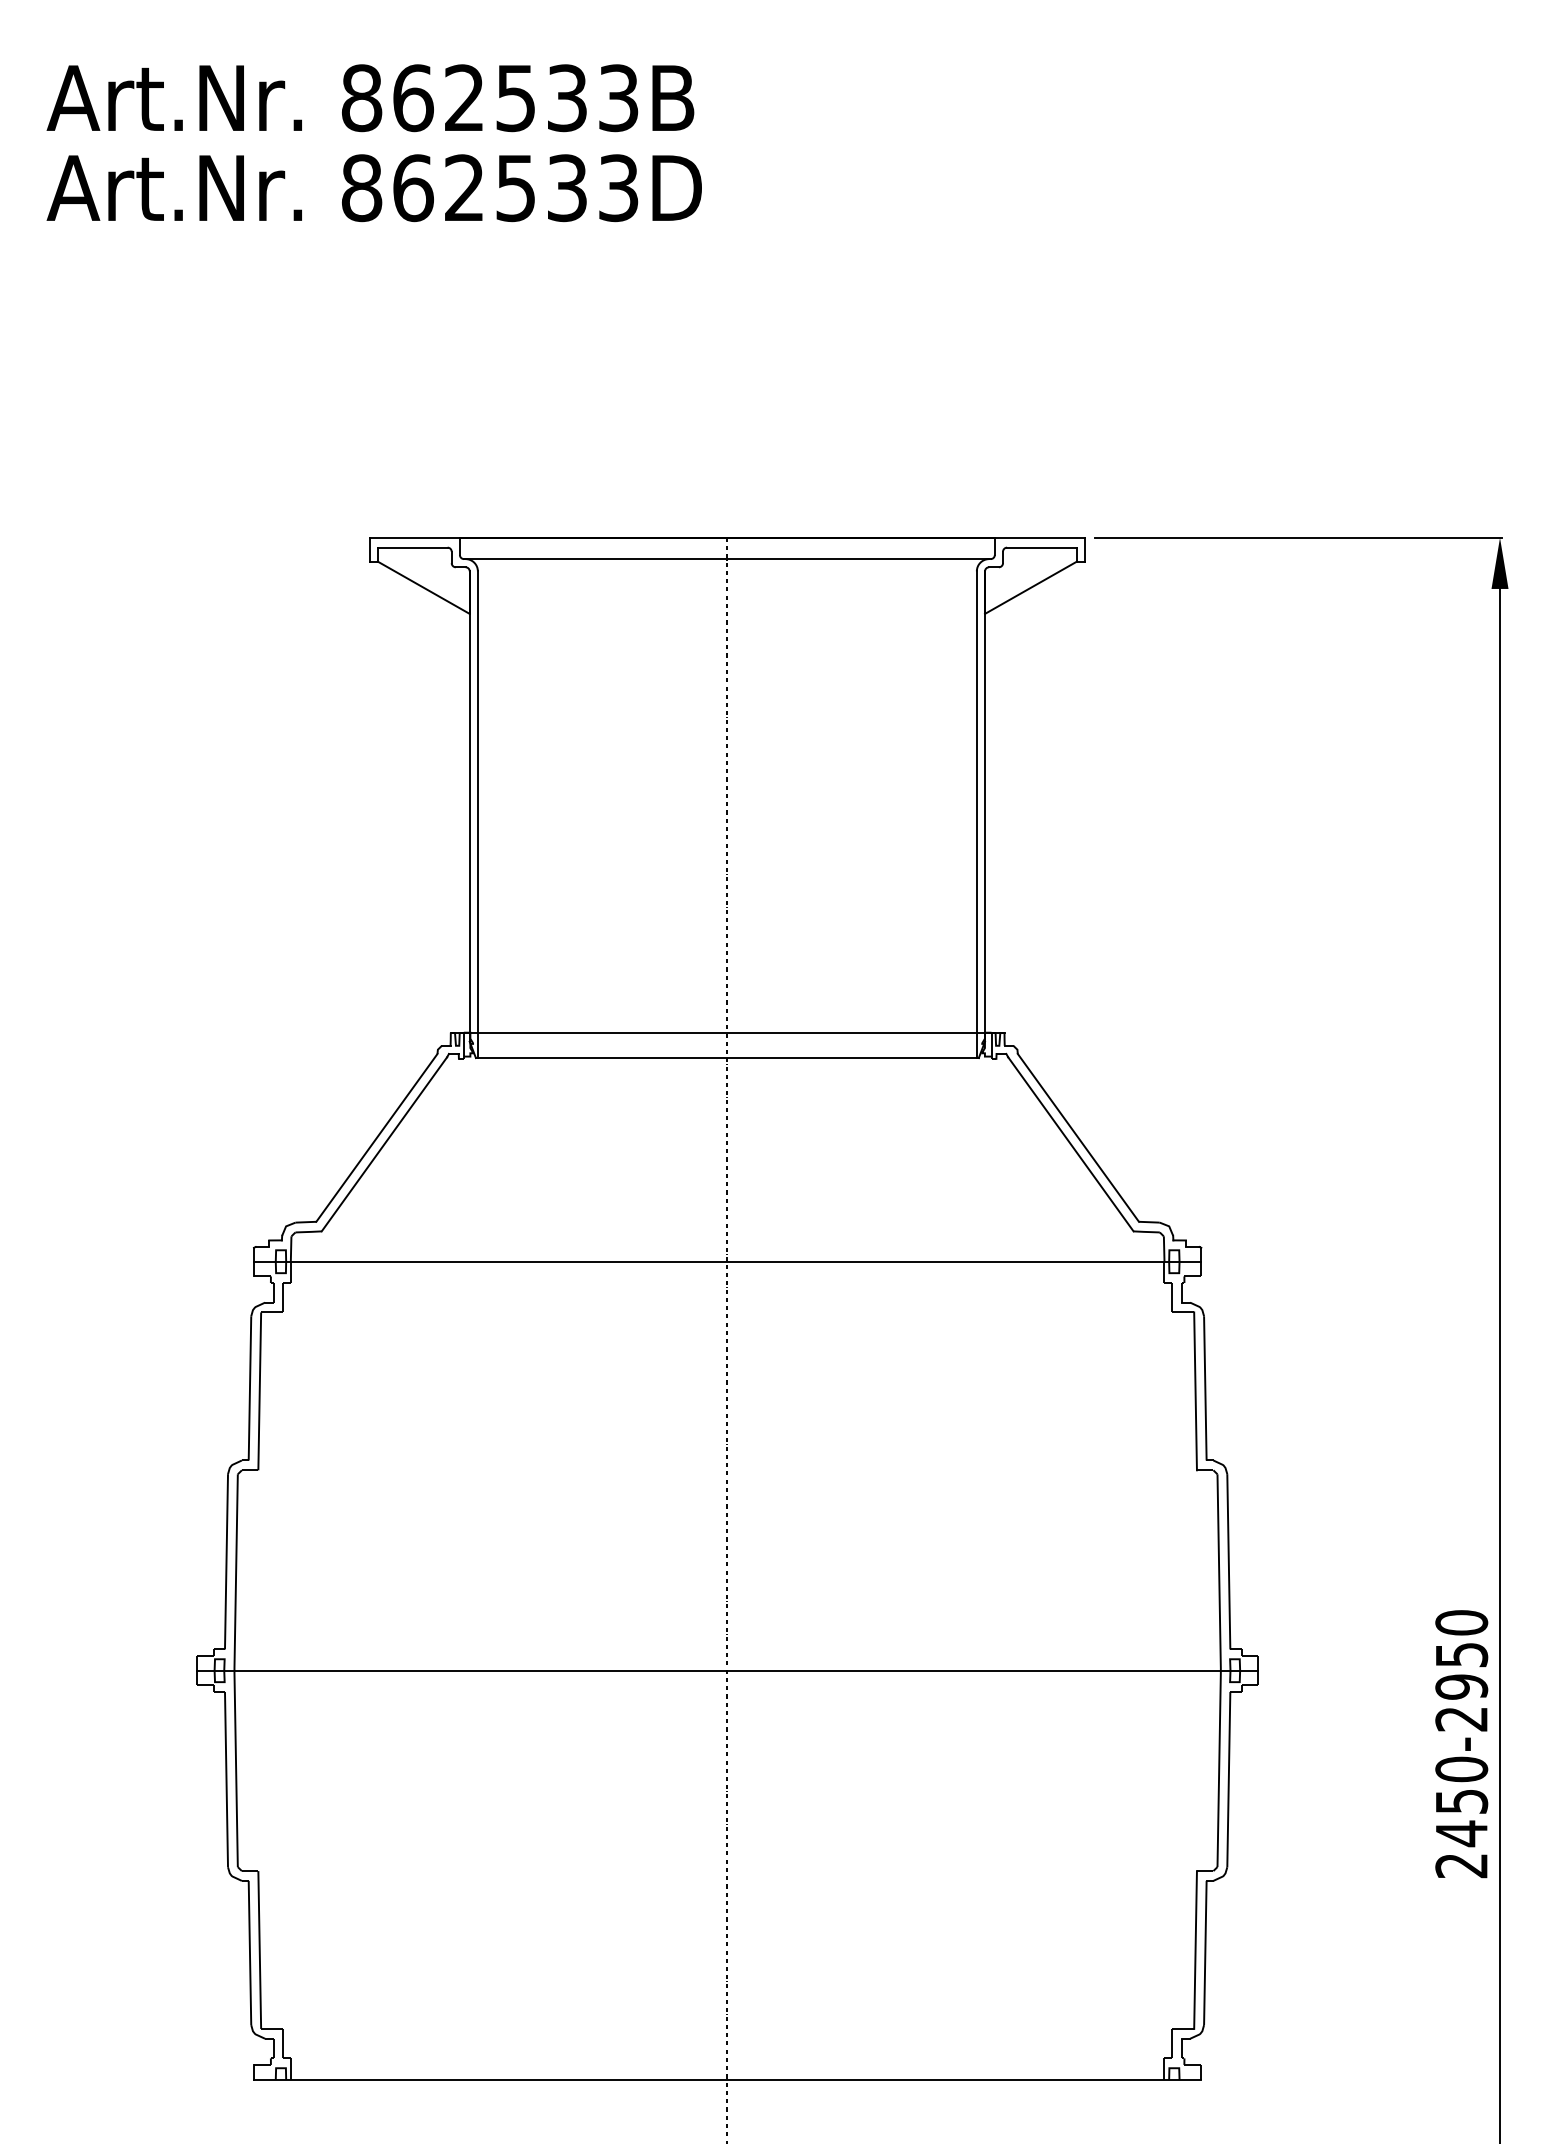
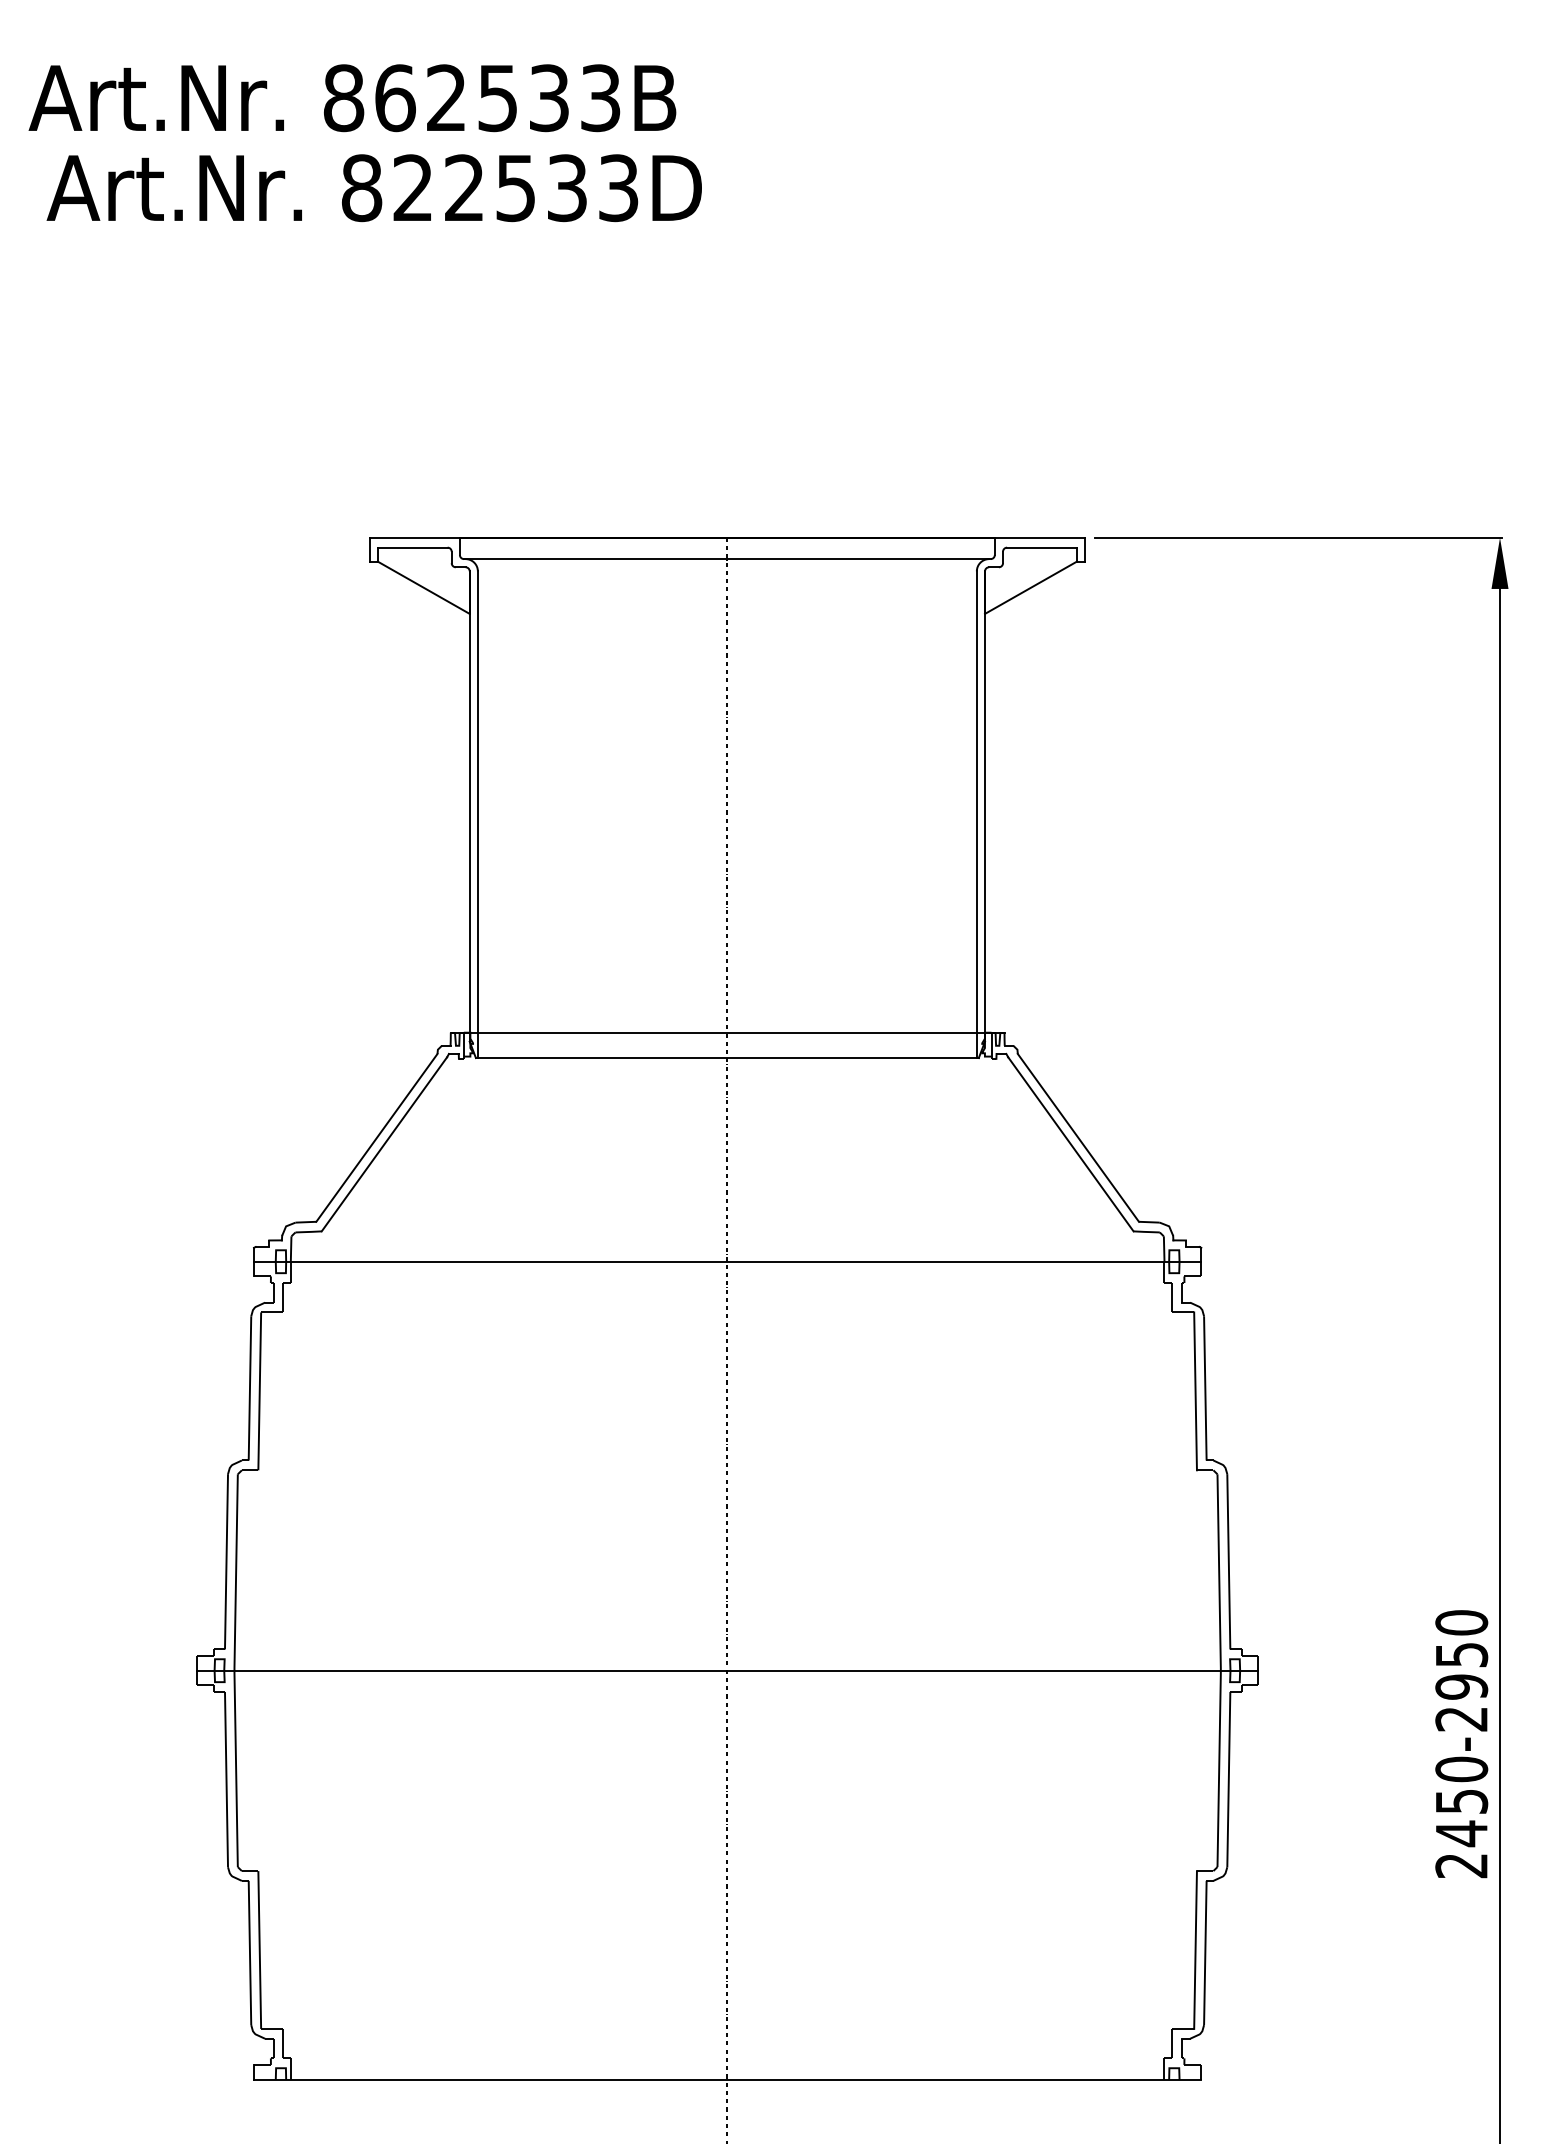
text at (370, 98) position: (370, 98) -> (352, 98)
text at (413, 188): 862533D -> 822533D
